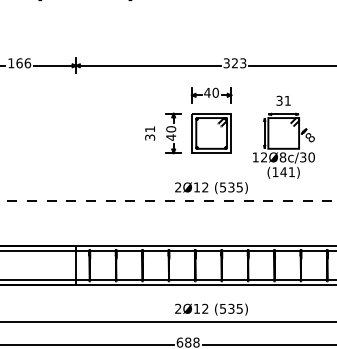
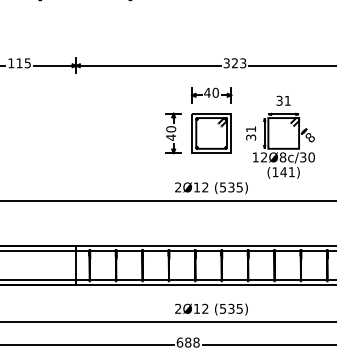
text at (23, 63): 166 -> 115
text at (150, 133) position: (150, 133) -> (251, 133)
line at (168, 201): dashed -> solid
